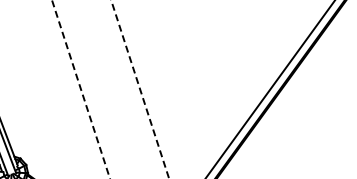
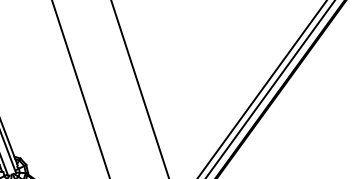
line at (262, 88): none -> present
line at (81, 89): dashed -> solid
line at (140, 89): dashed -> solid
